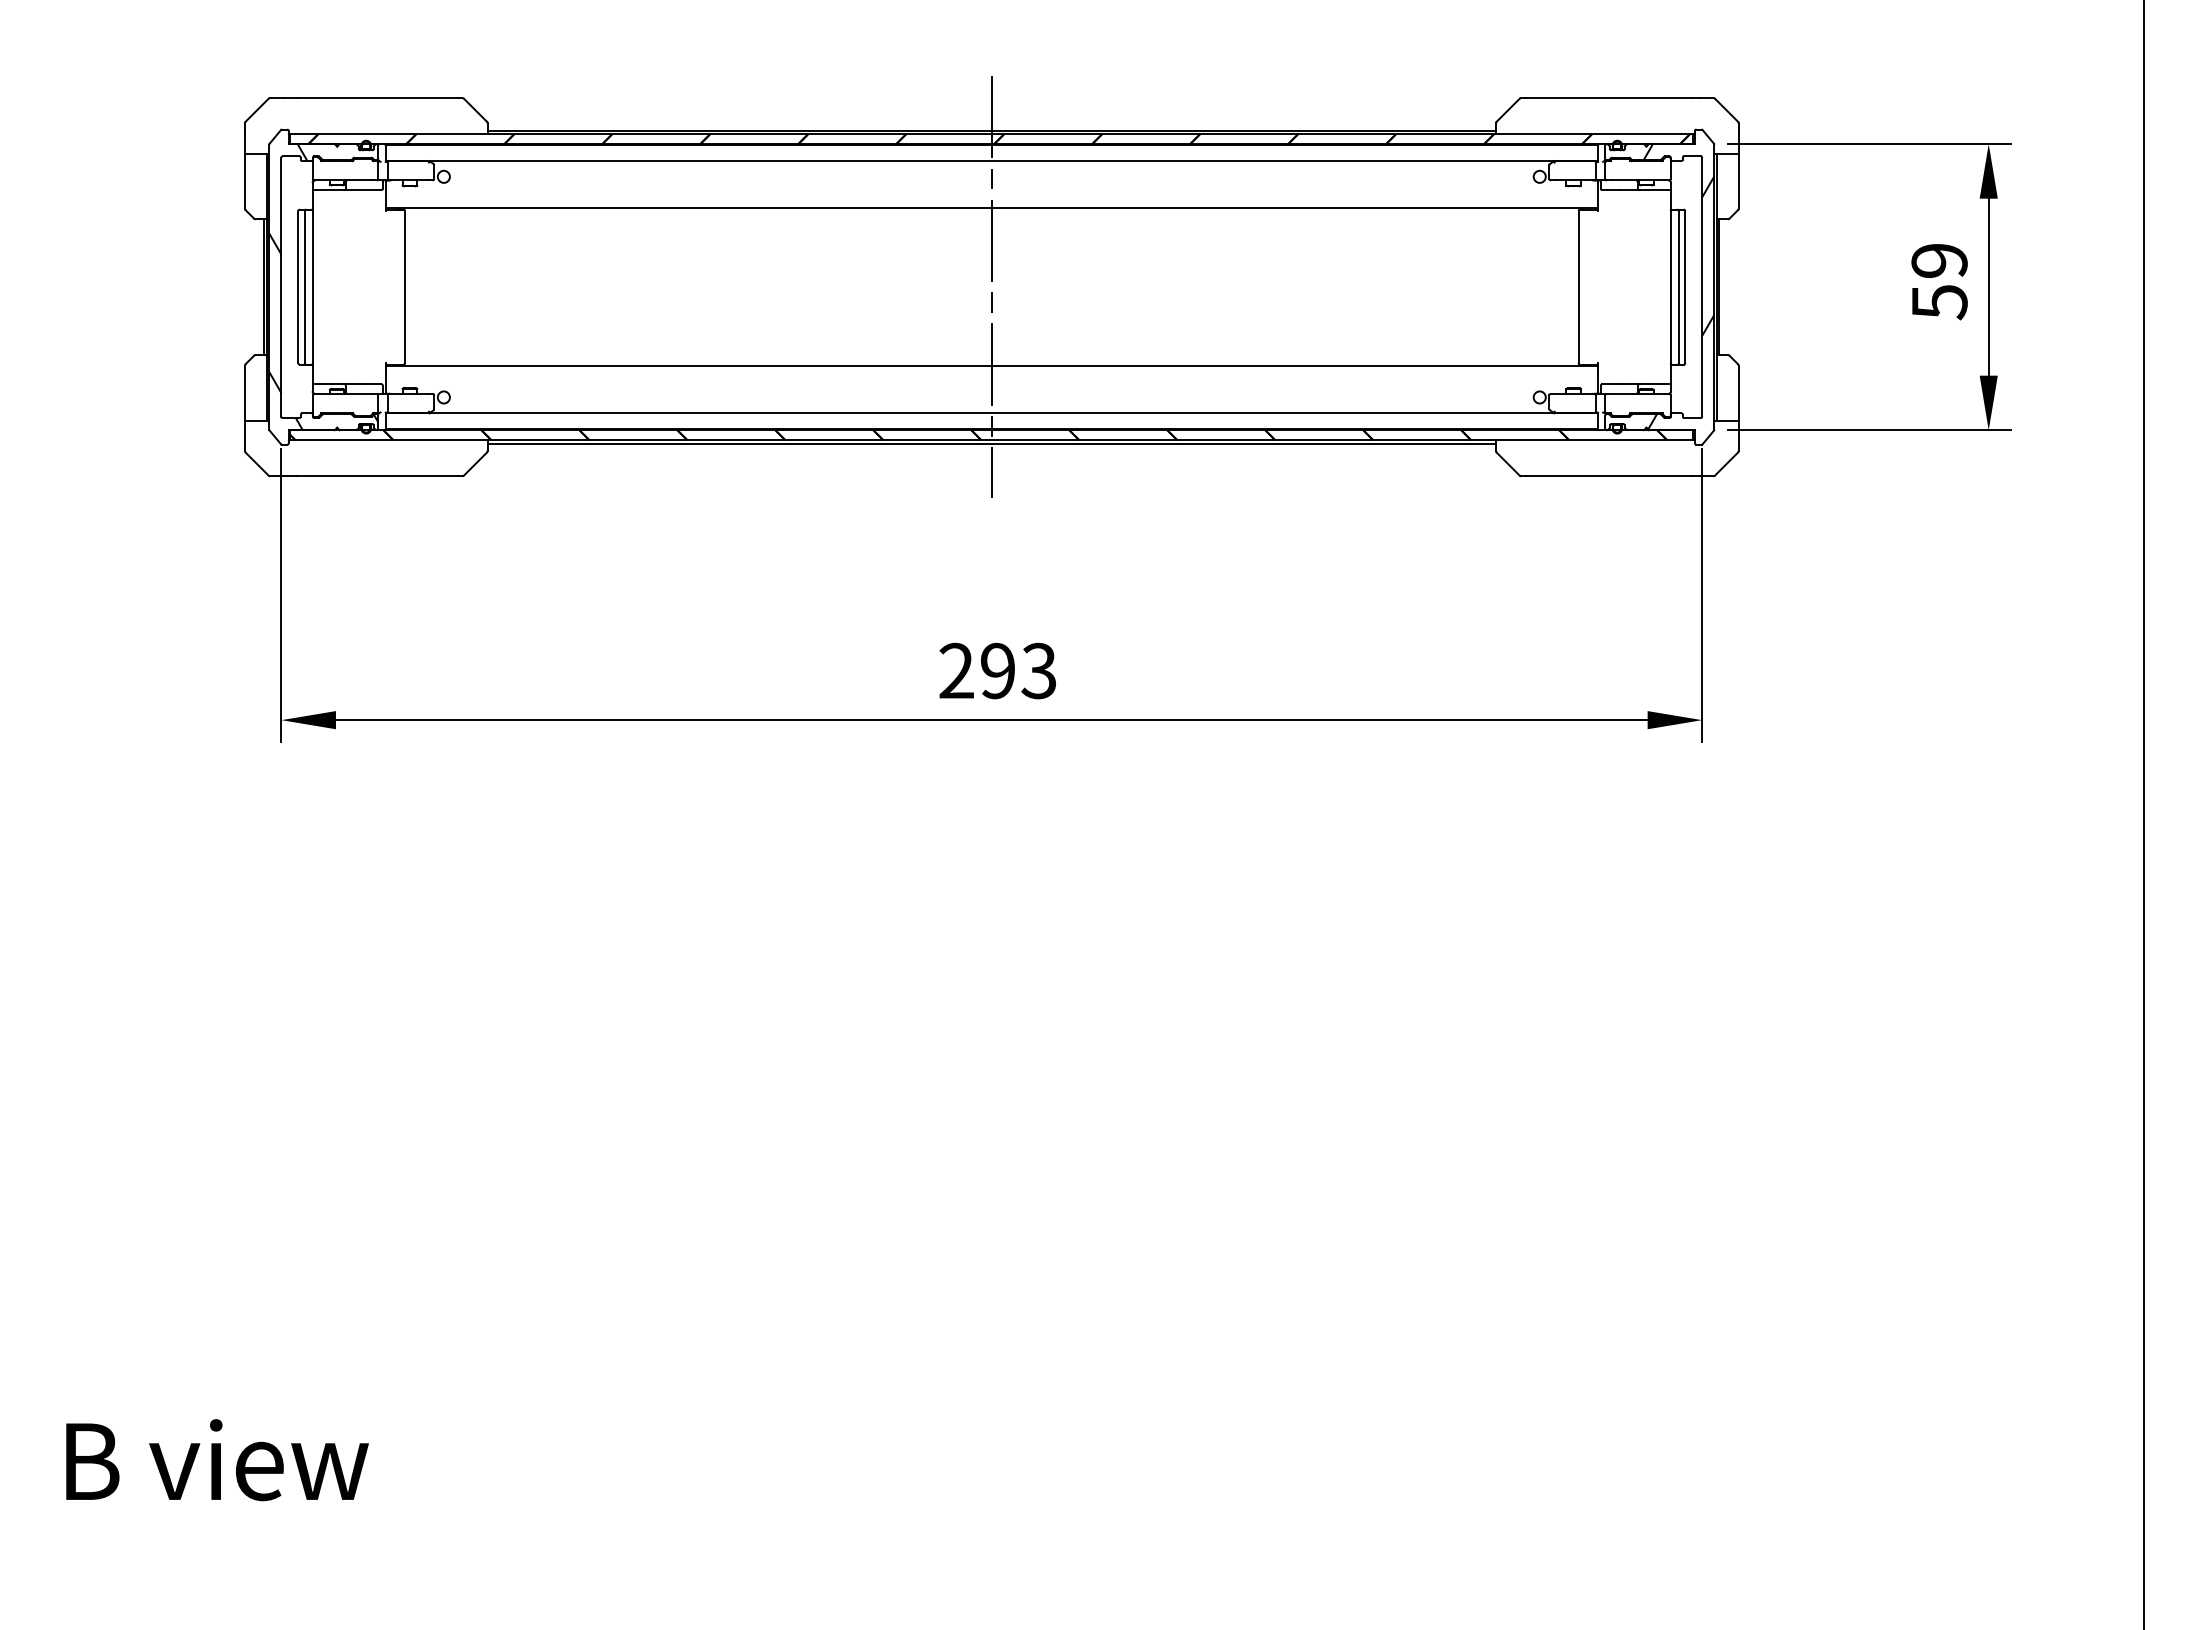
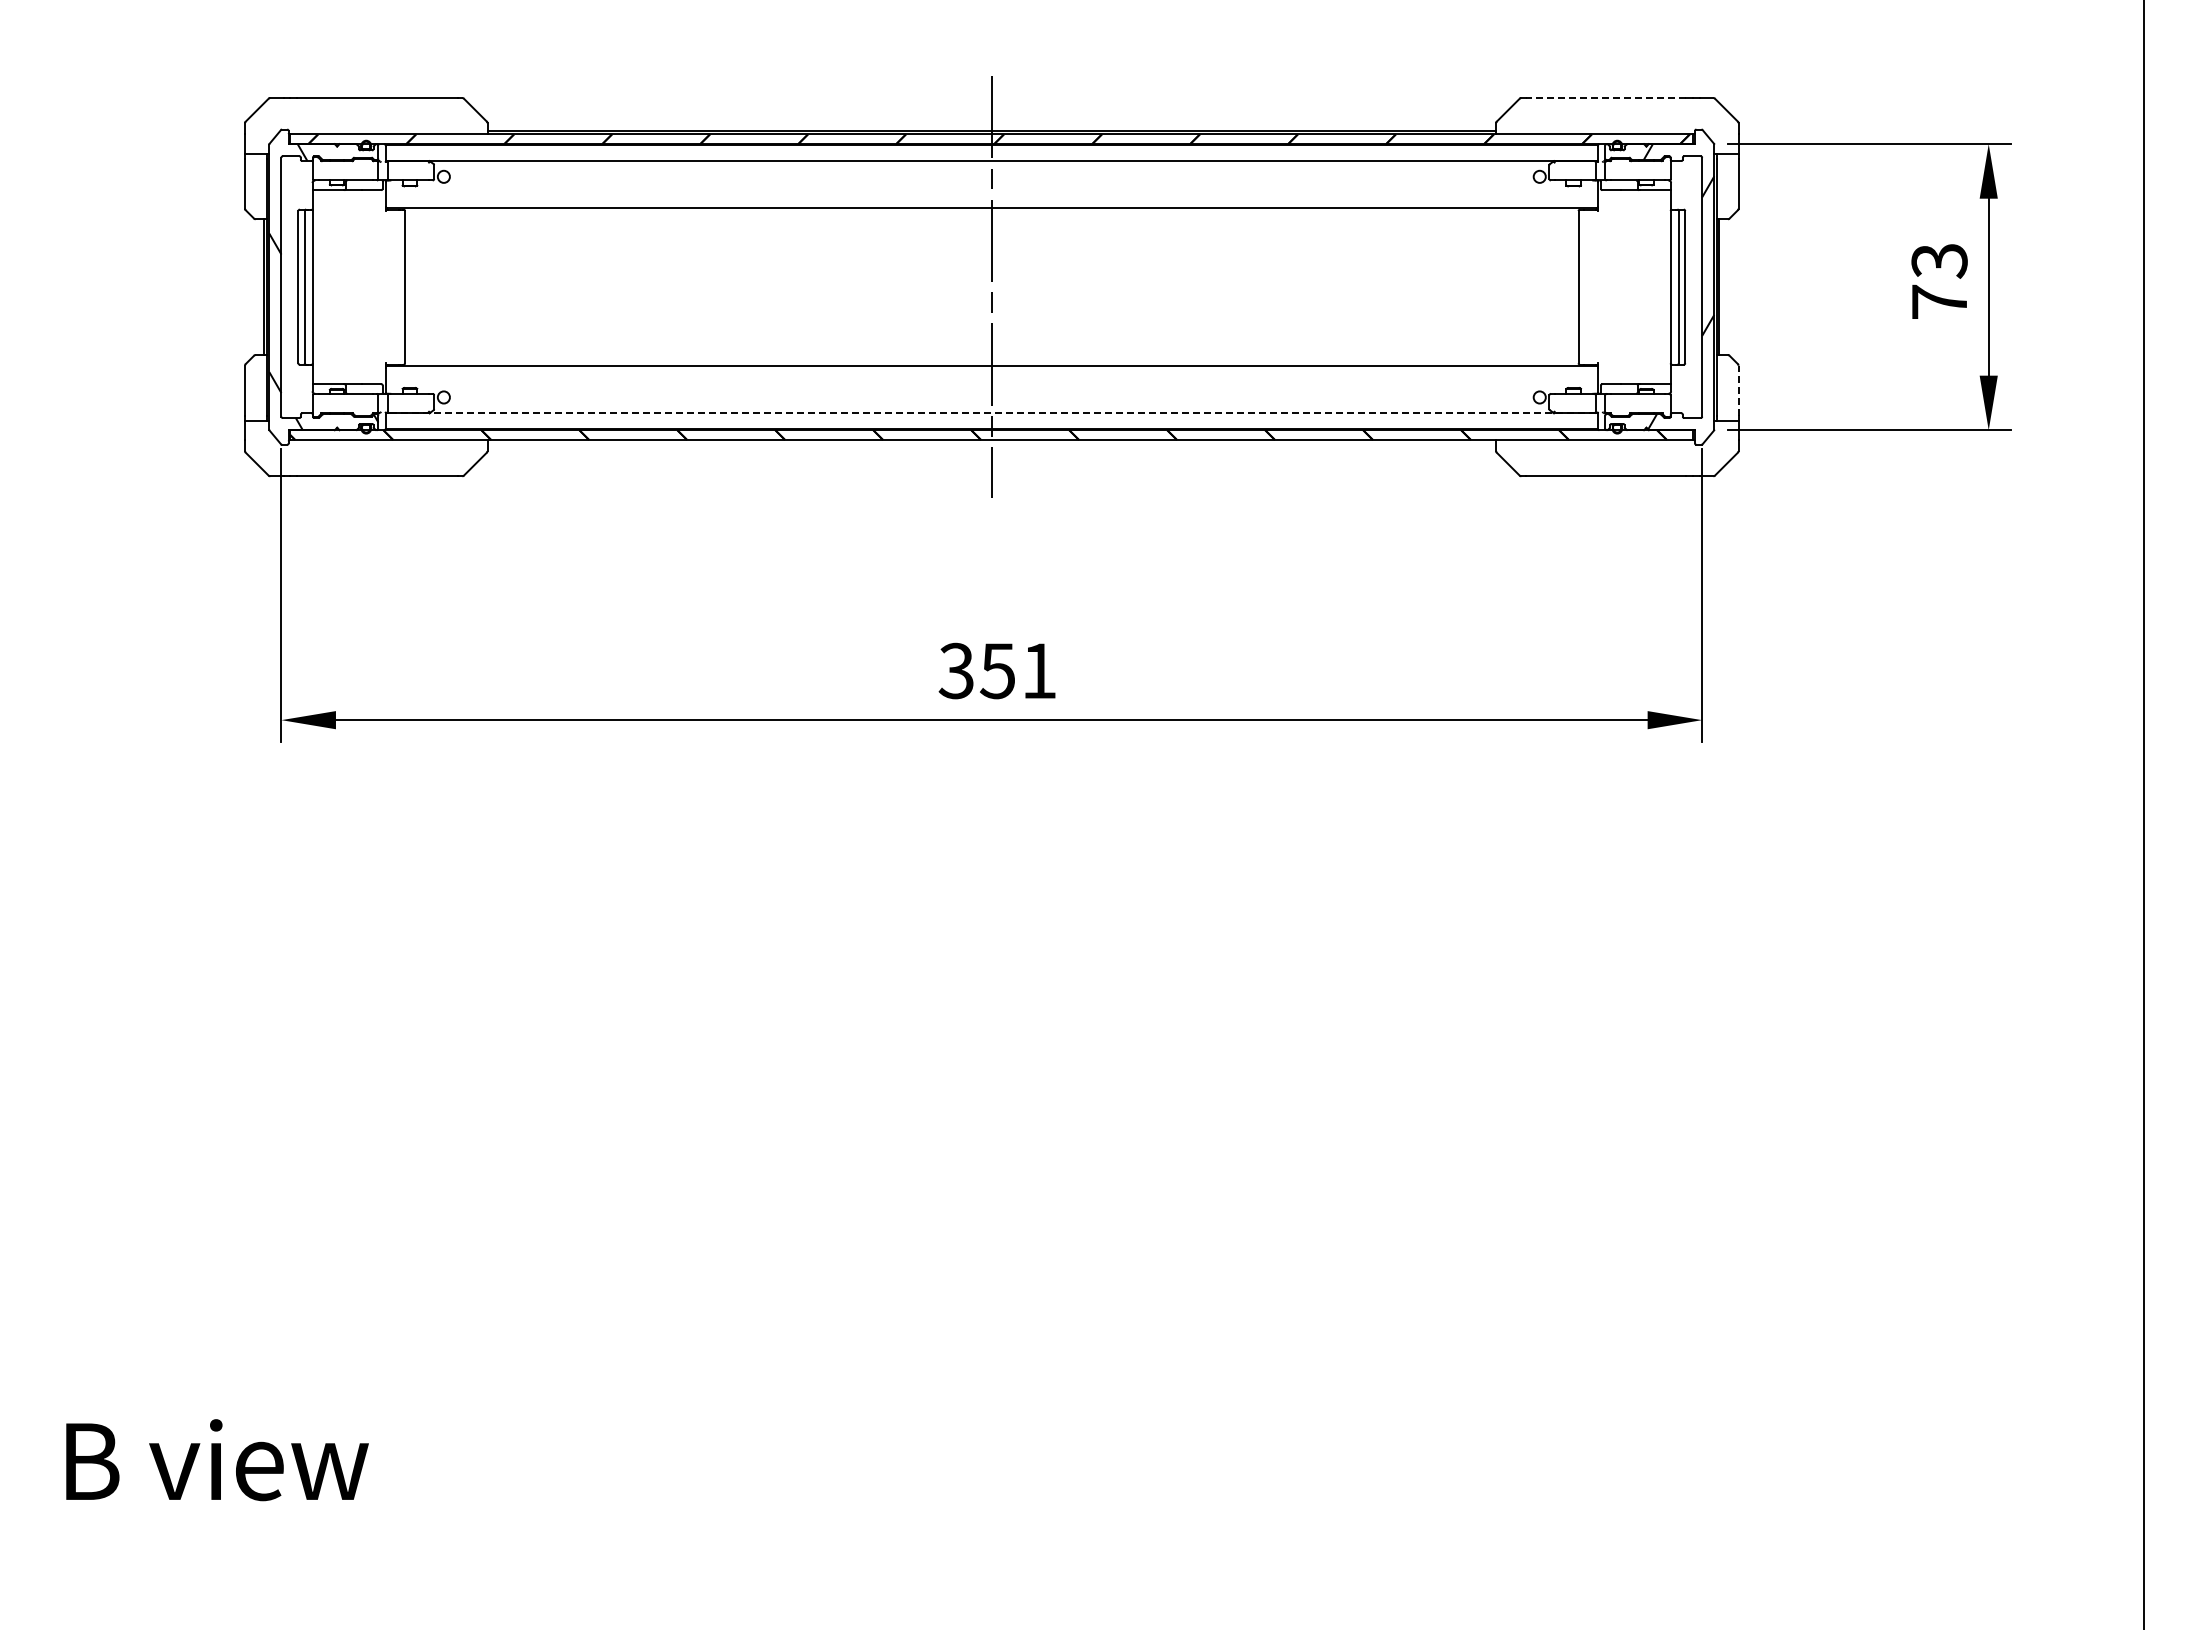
line at (1605, 98): solid -> dashed
text at (1939, 282): 59 -> 73
line at (1738, 390): solid -> dashed
line at (991, 413): solid -> dashed
line at (991, 443): present -> none
text at (996, 670): 293 -> 351
